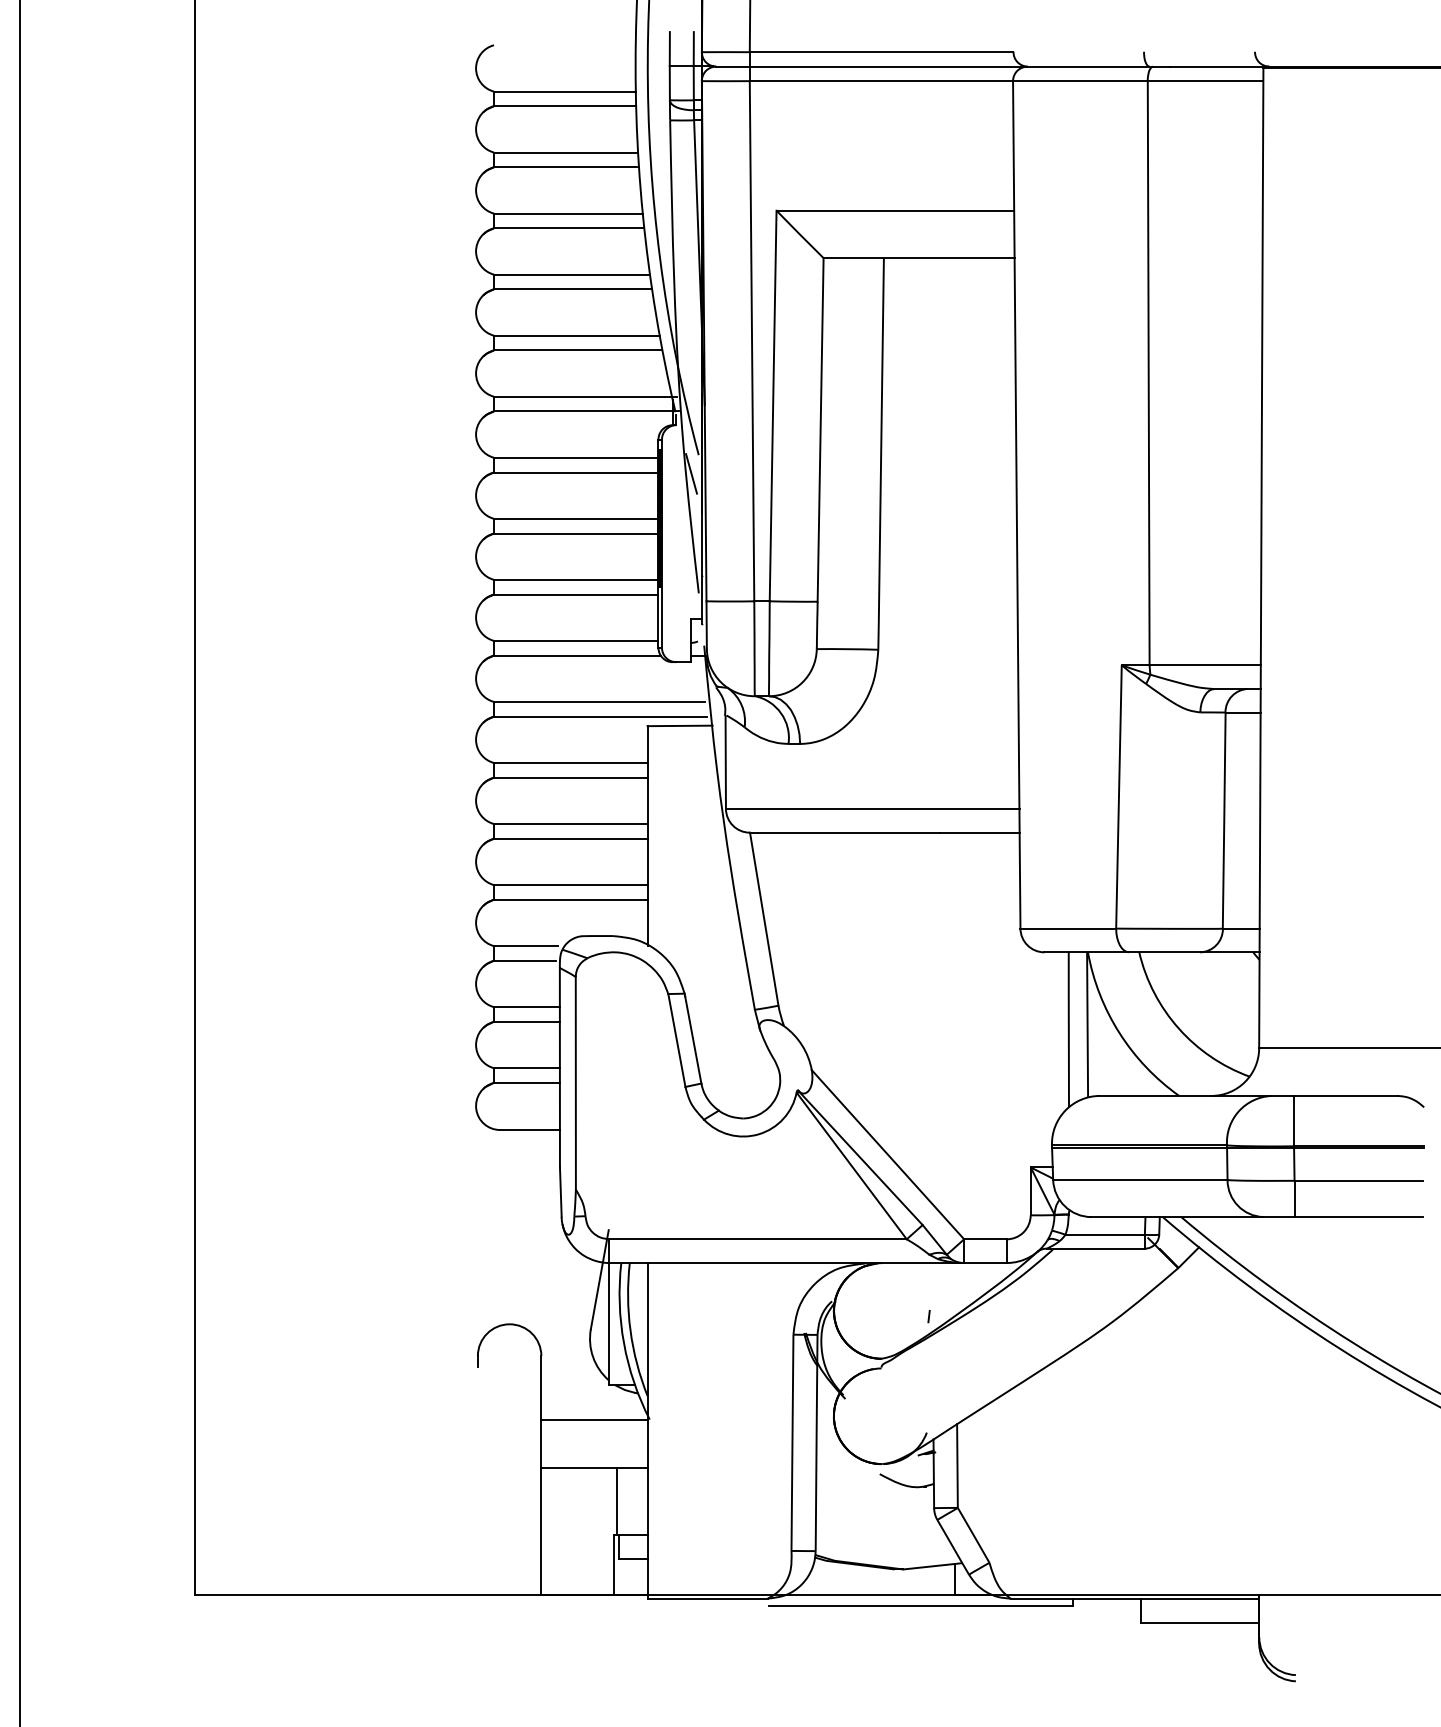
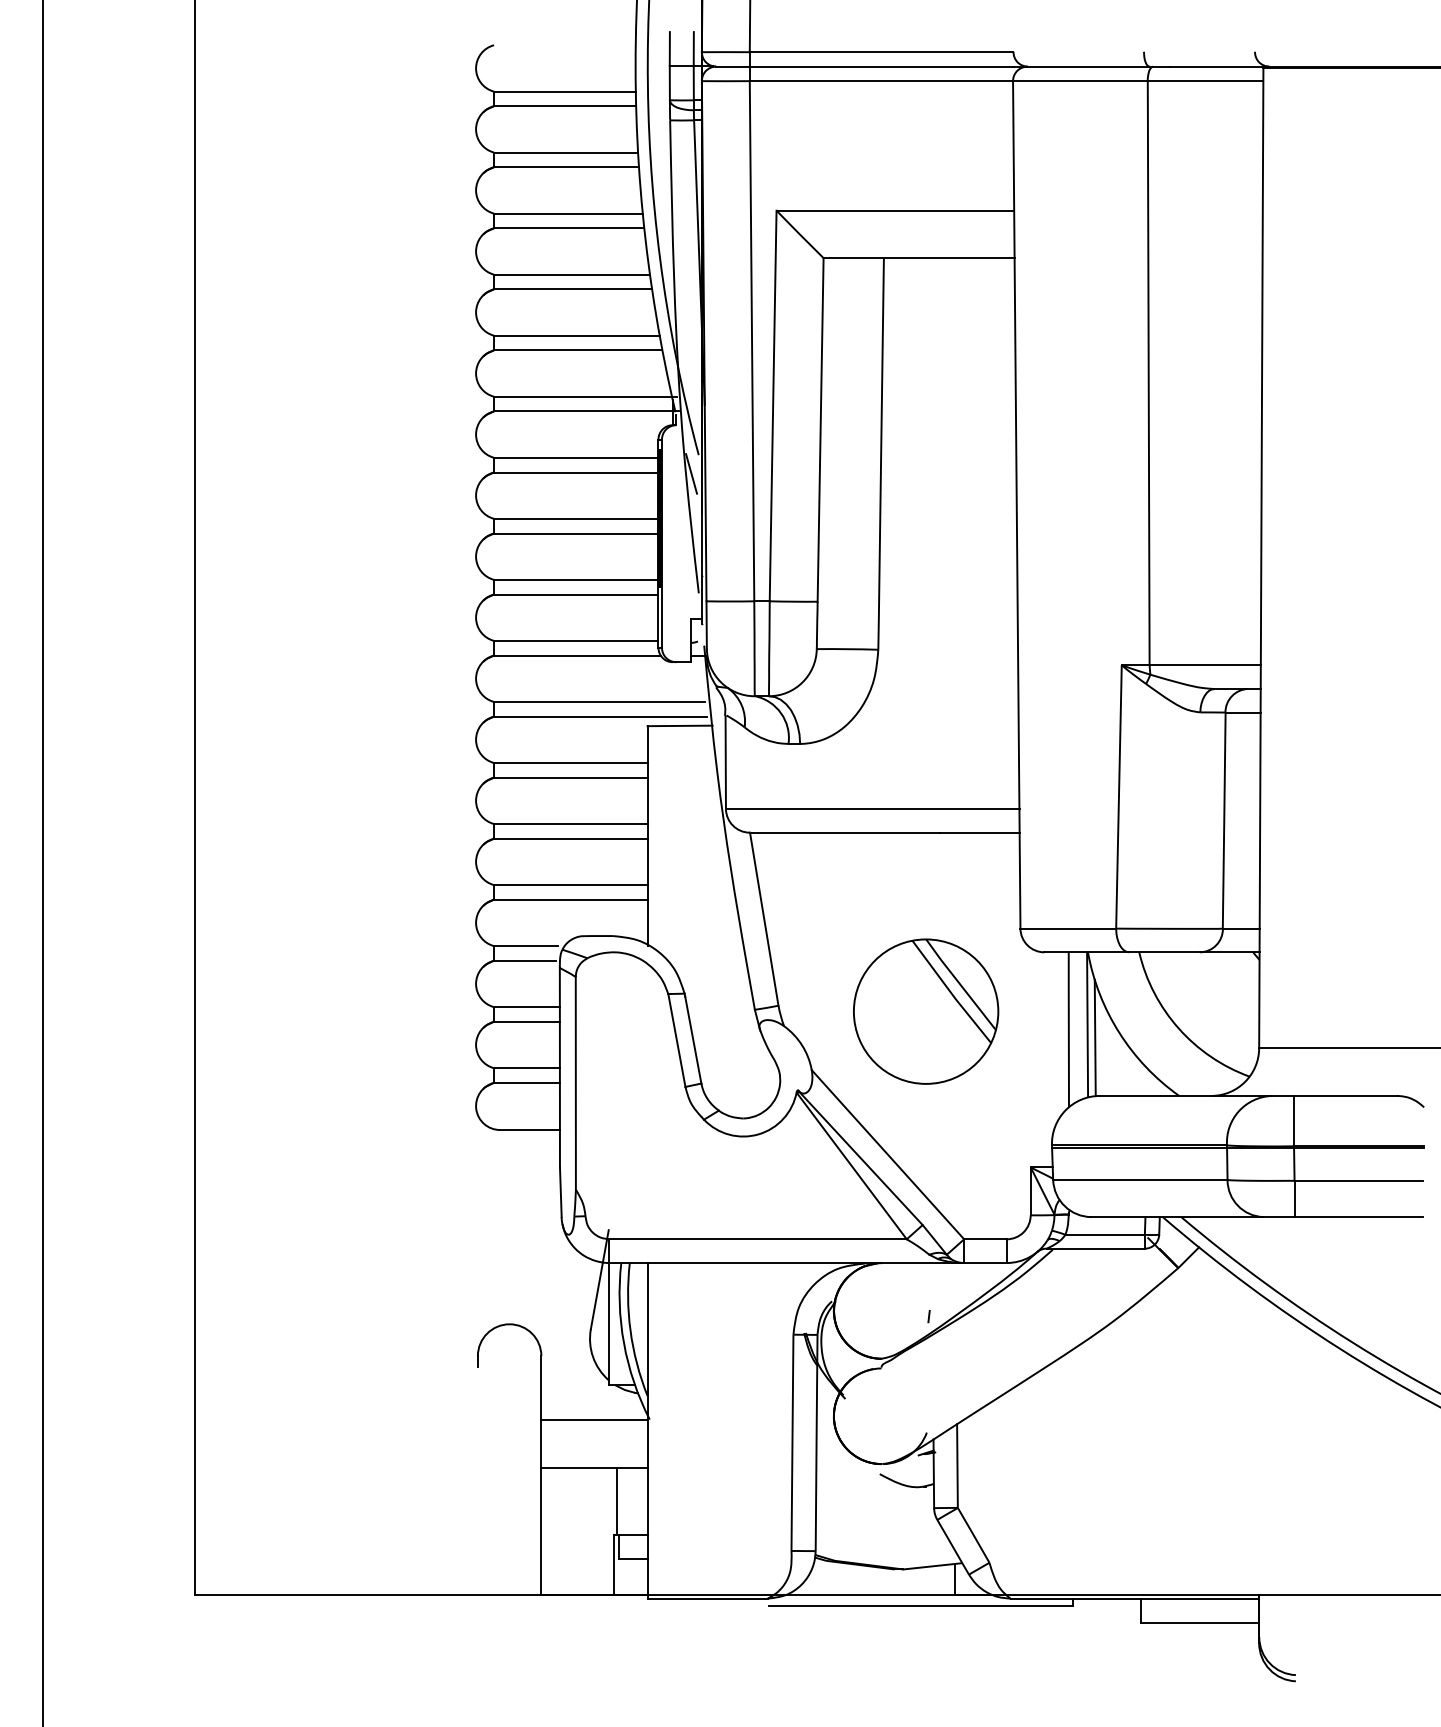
line at (20, 862) position: (20, 862) -> (43, 862)
part at (926, 1011): none -> present
line at (1094, 1037): none -> present
